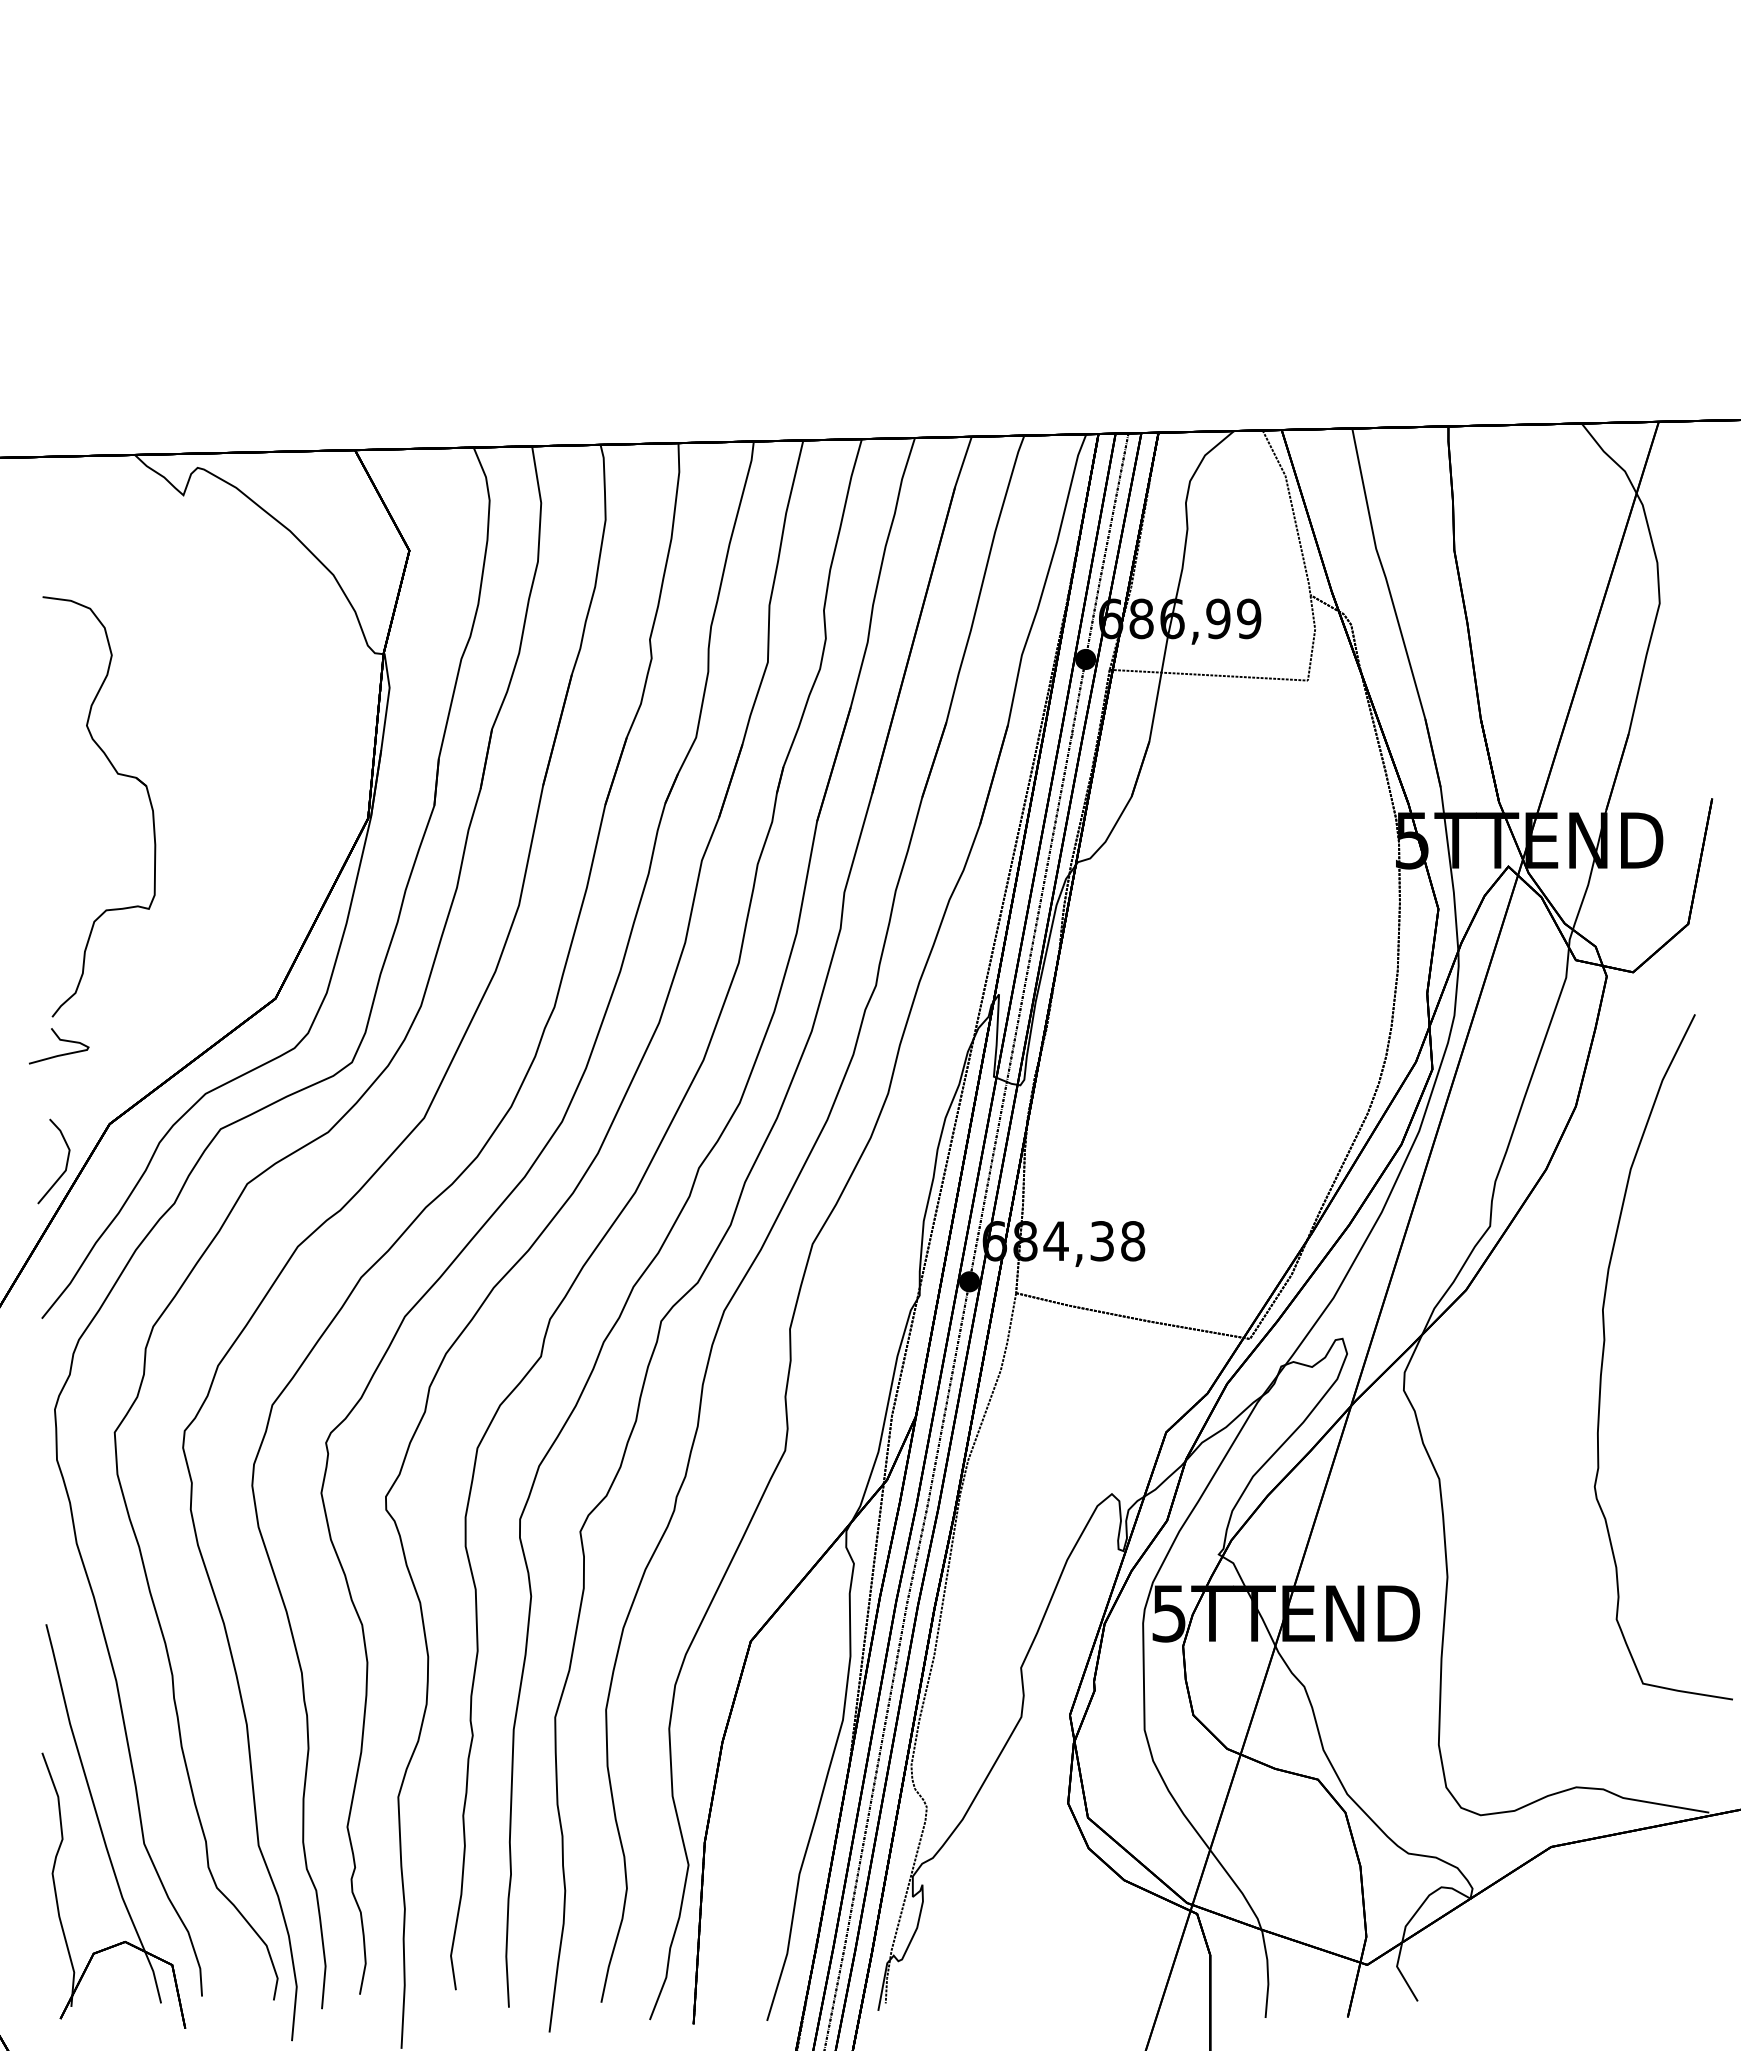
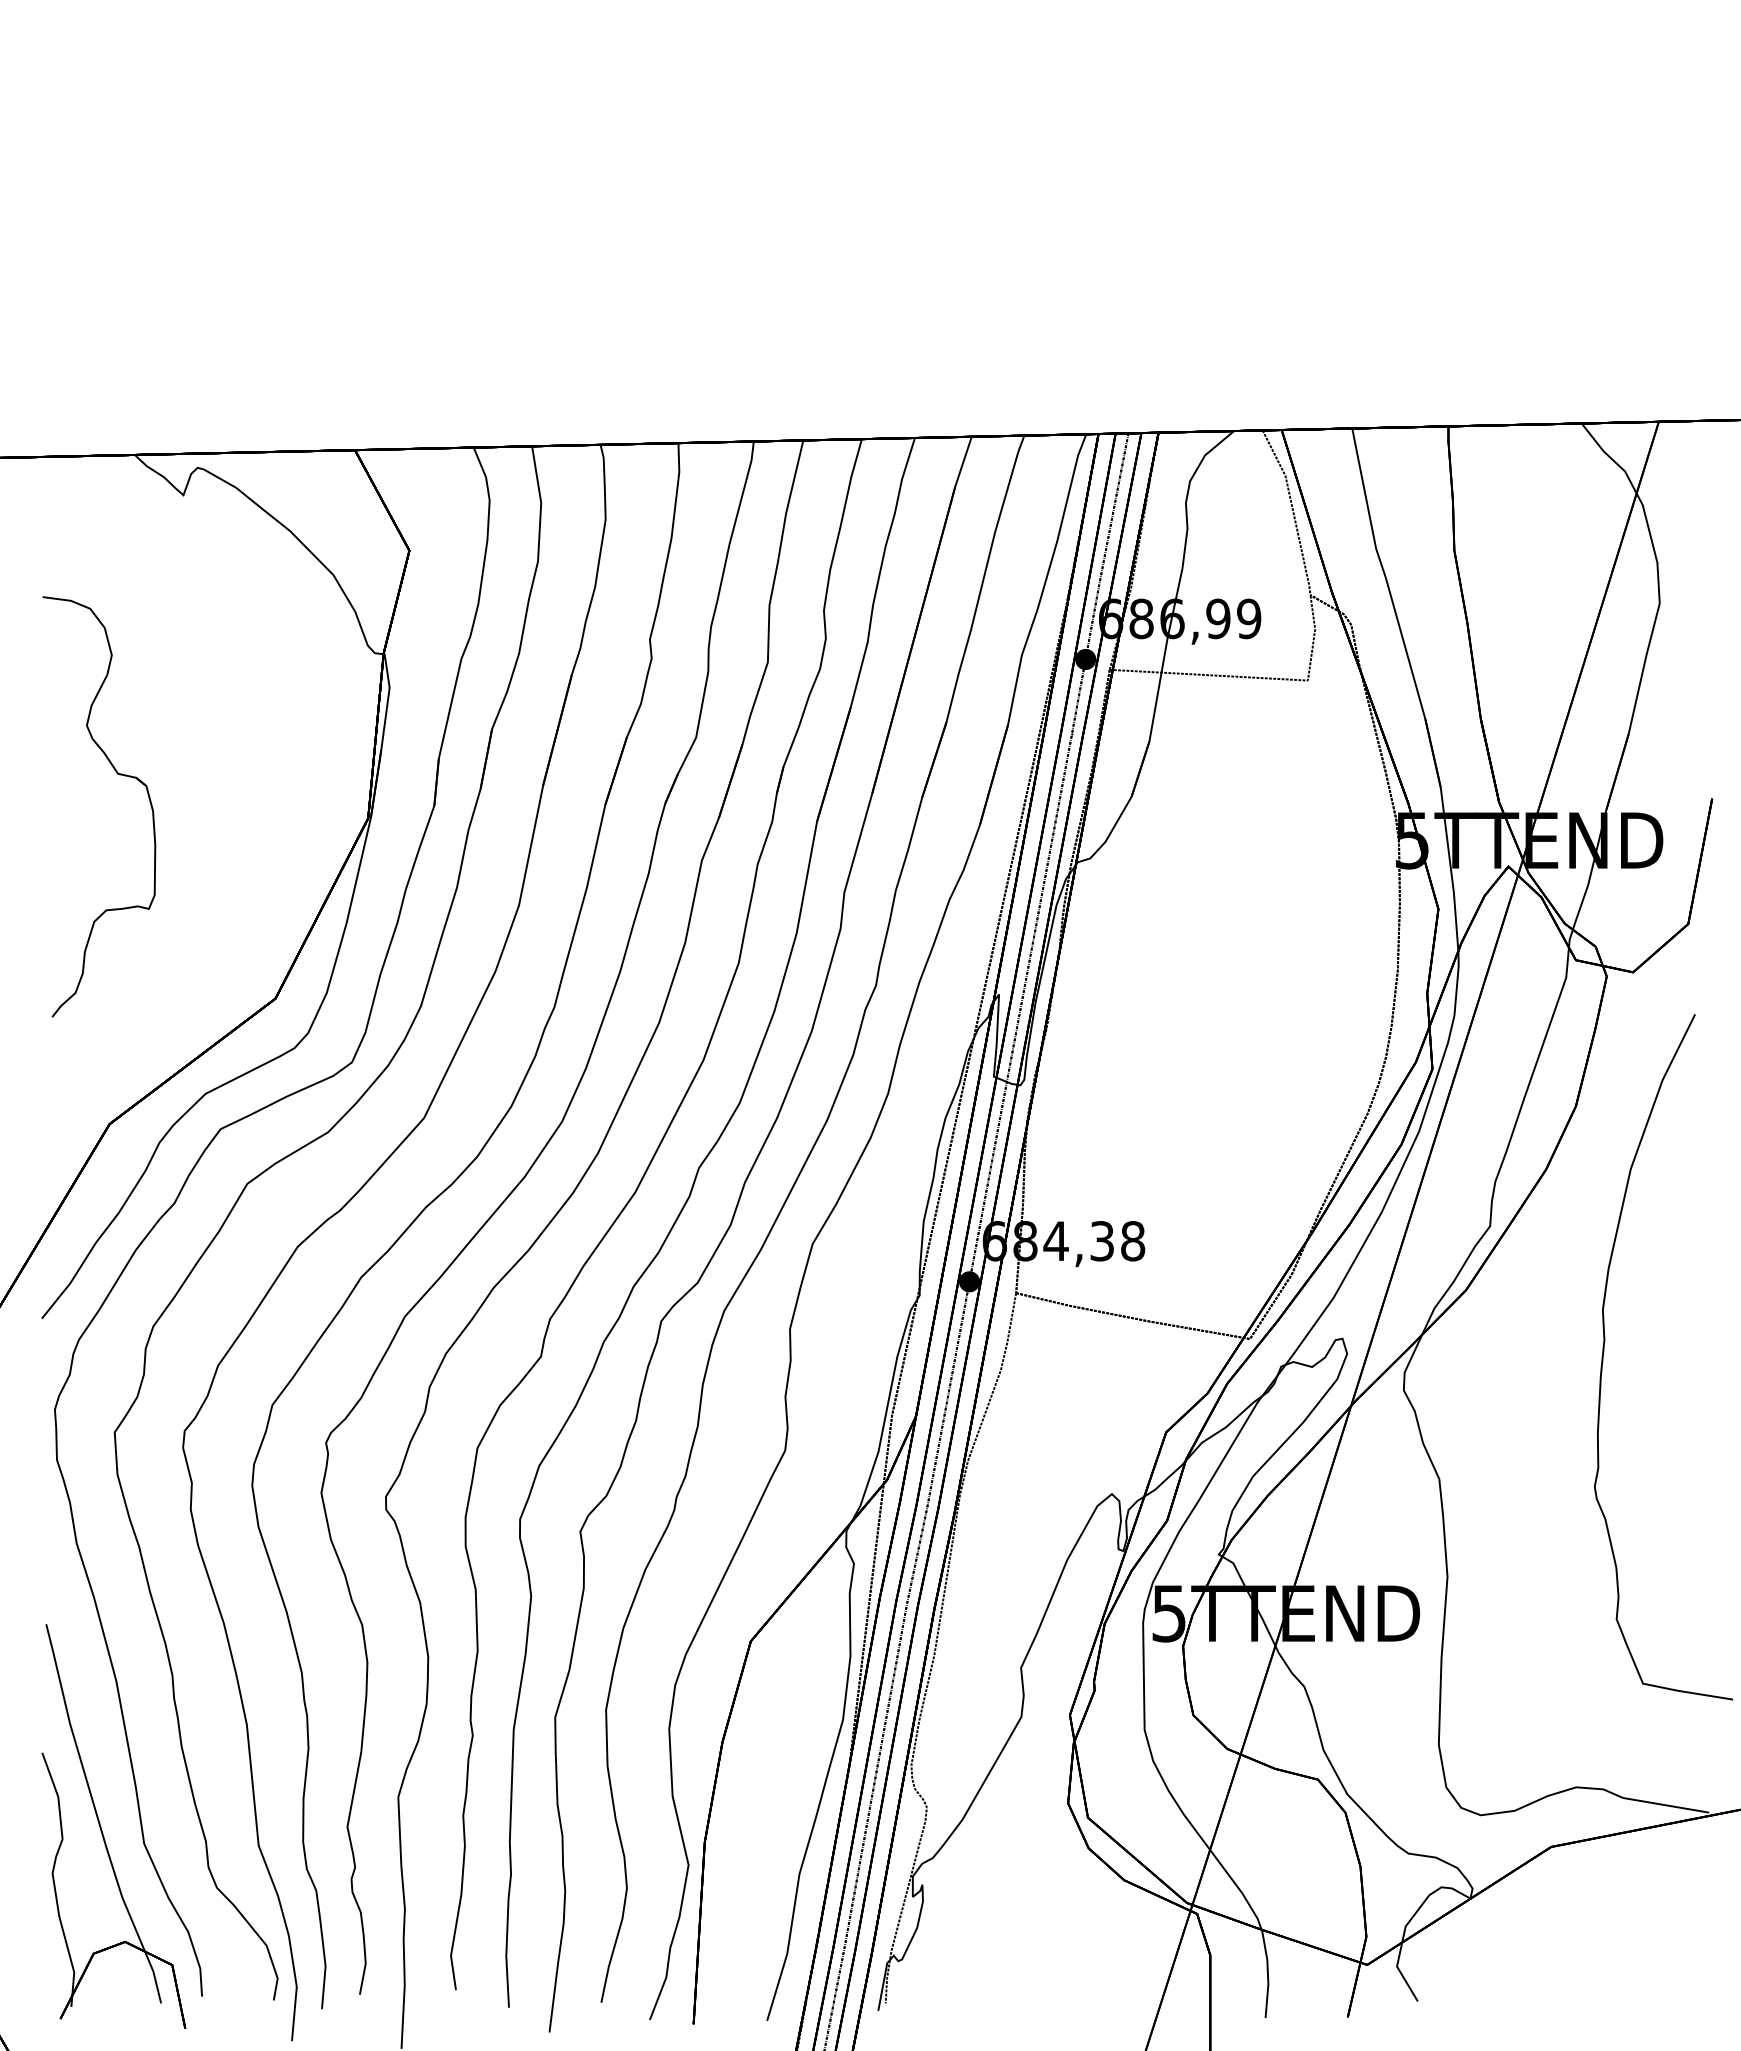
curve at (59, 1040): present -> none
line at (65, 1165): present -> none
